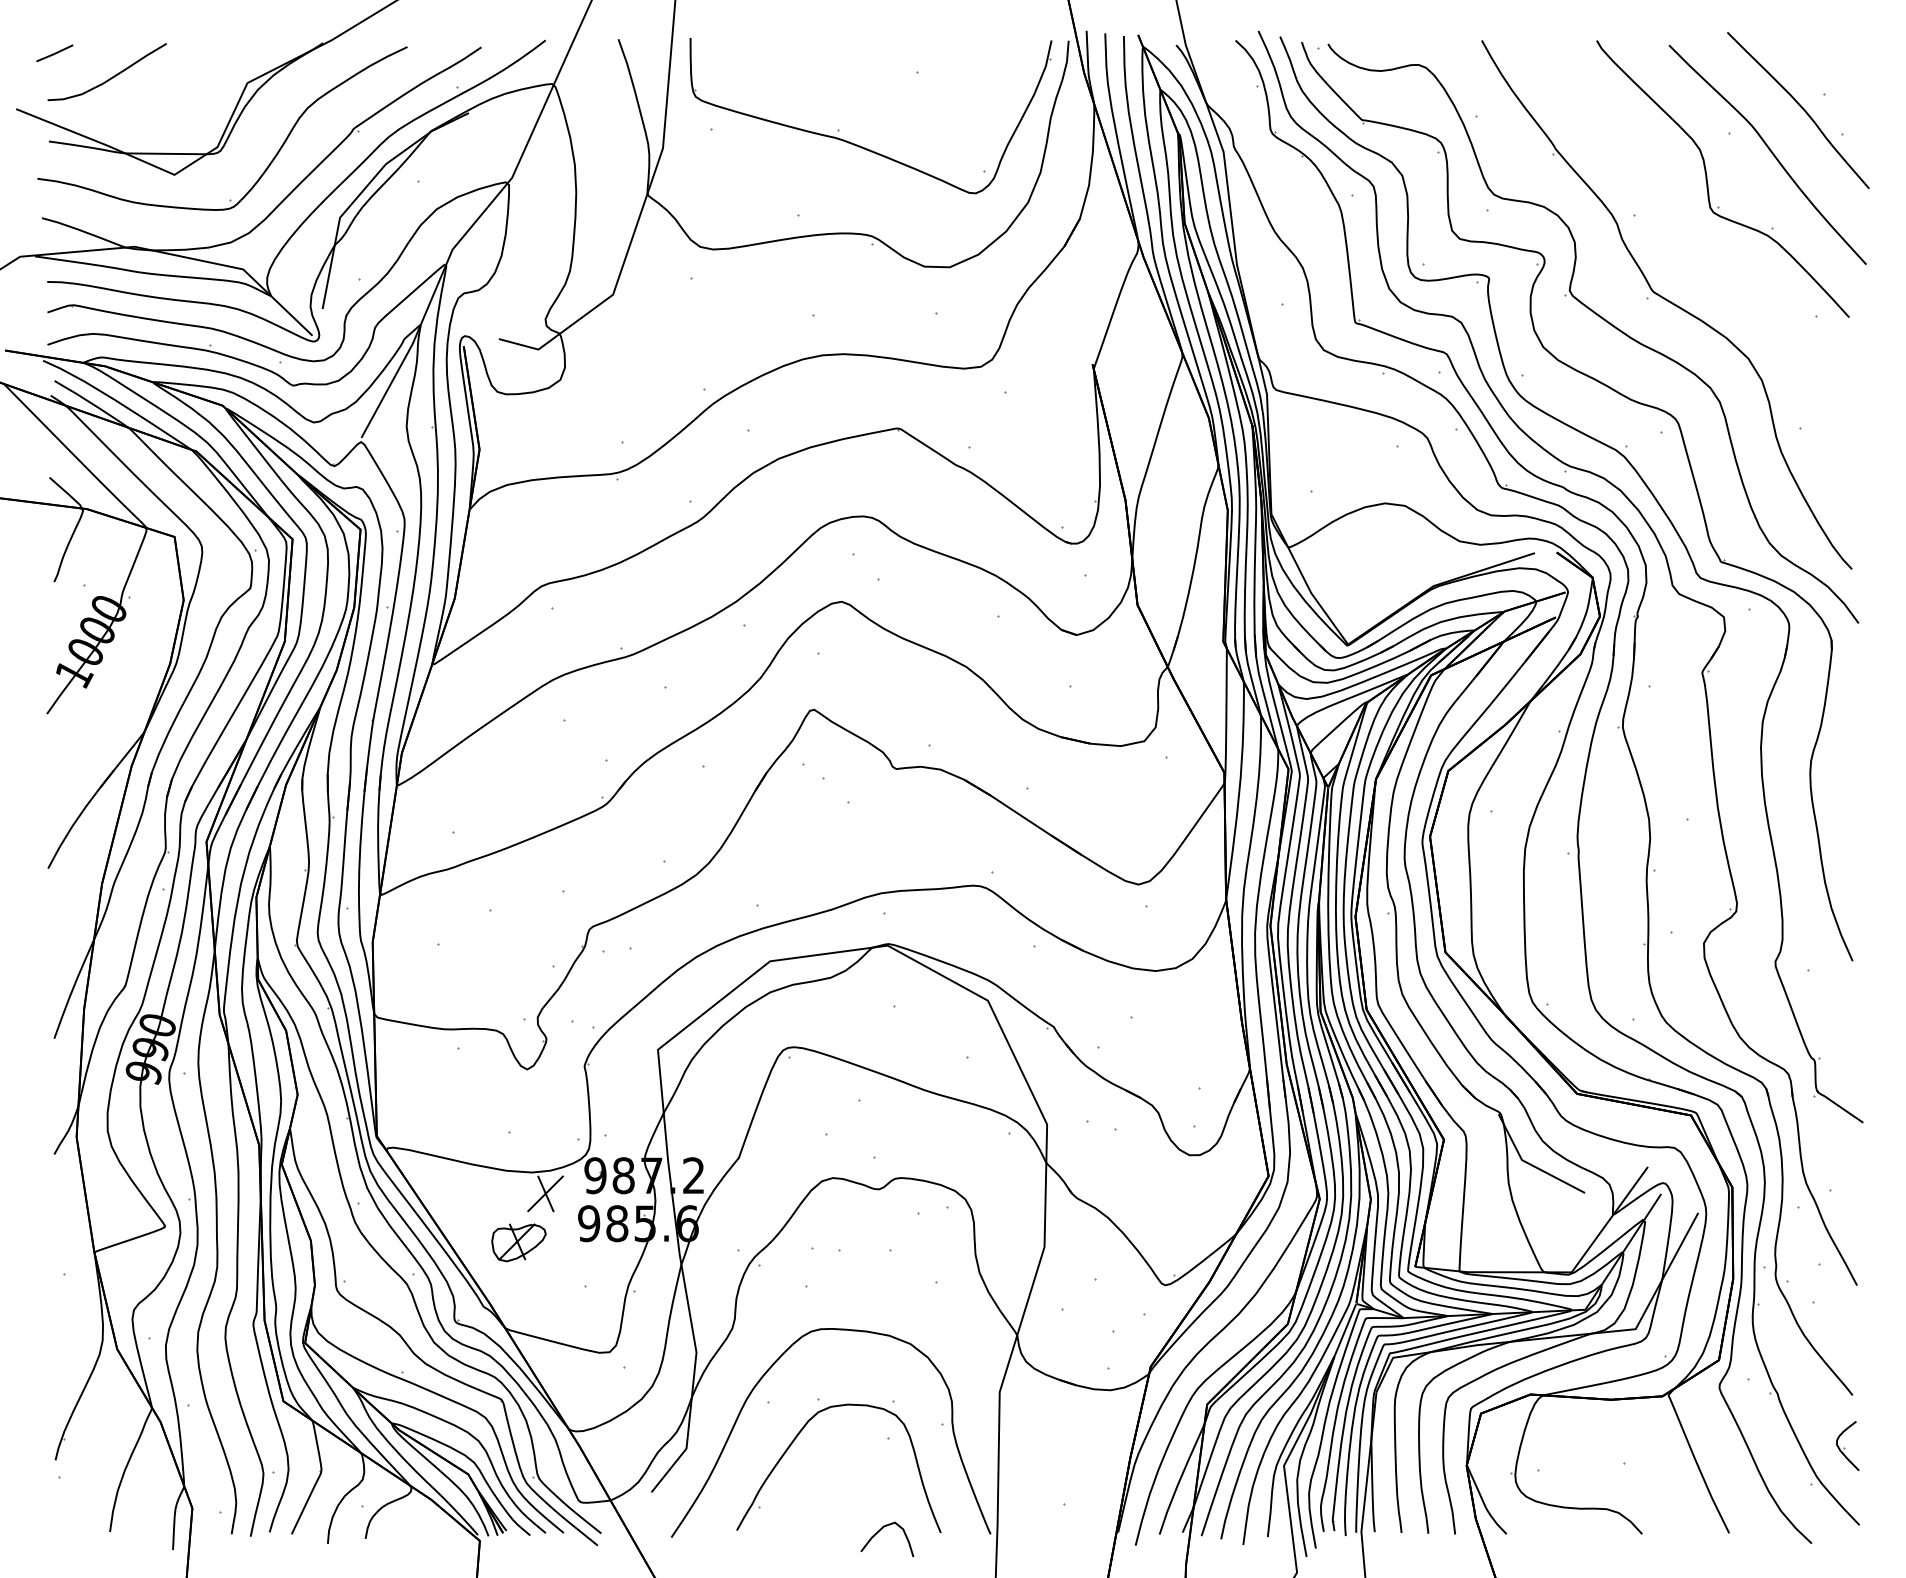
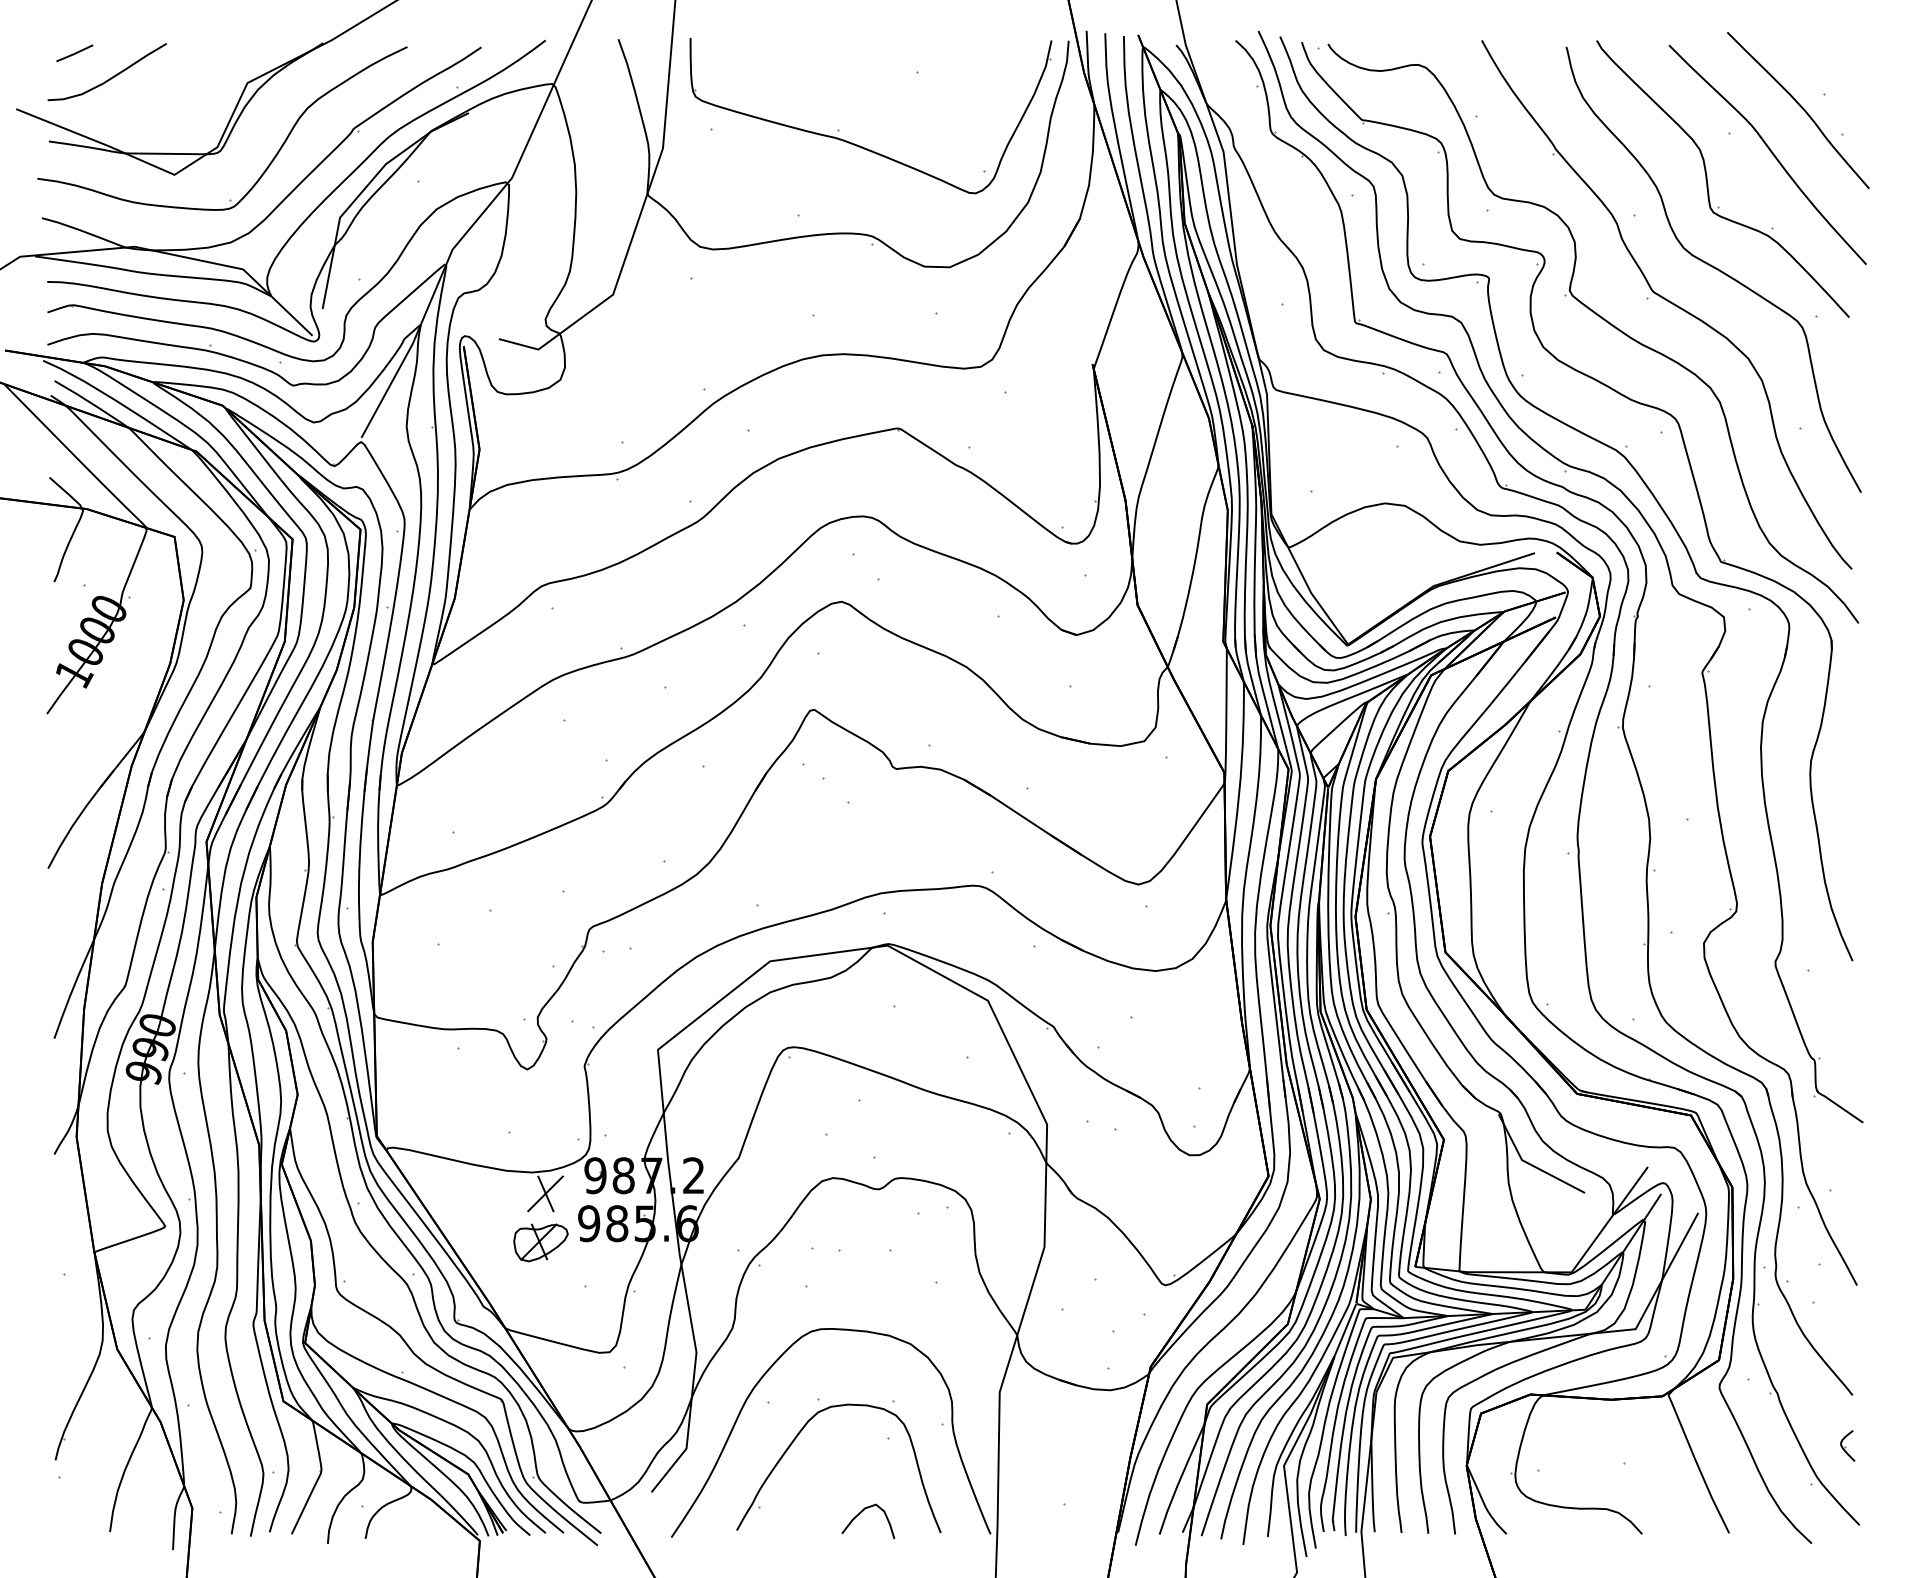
line at (54, 53) position: (54, 53) -> (74, 53)
curve at (1713, 268): none -> present
part at (518, 1242) position: (518, 1242) -> (540, 1242)
part at (1847, 1446) size: 24x51 px -> 16x32 px
curve at (880, 1531) position: (880, 1531) -> (861, 1513)
